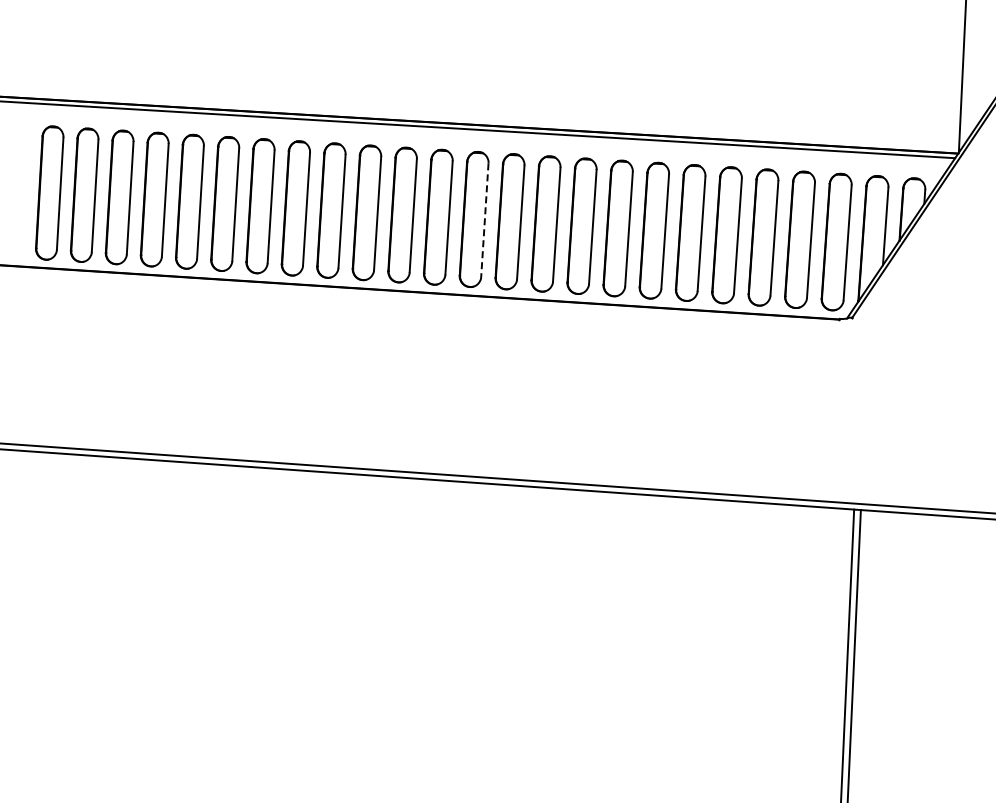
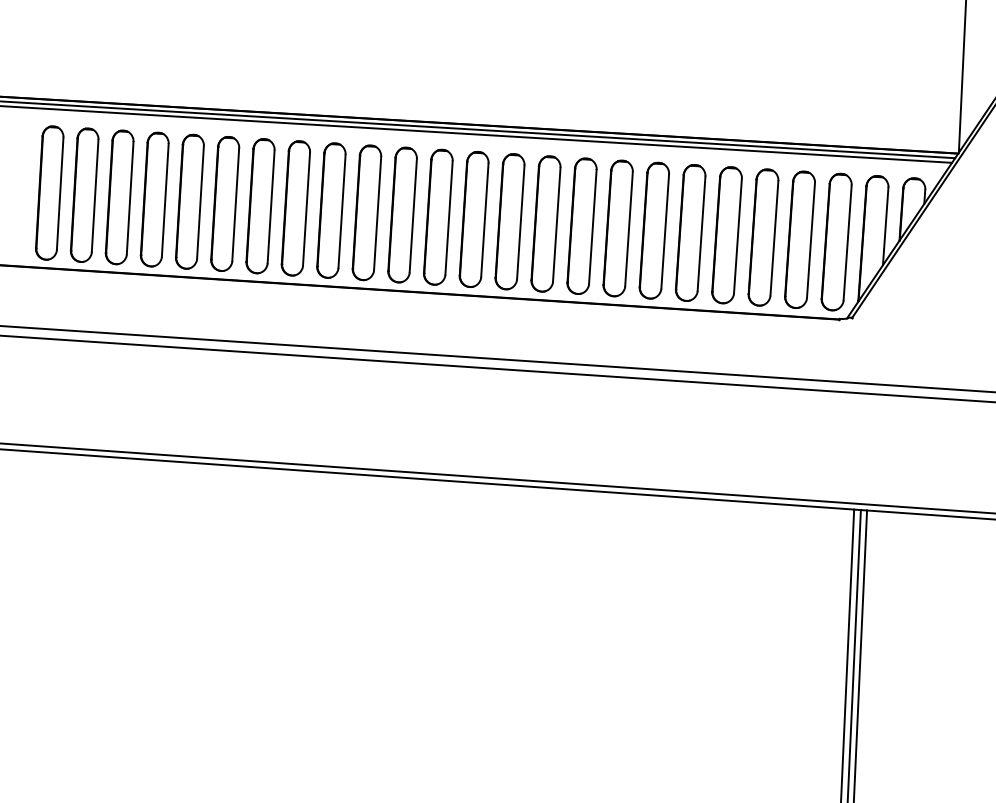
line at (477, 134): none -> present
line at (484, 220): dashed -> solid
line at (497, 359): none -> present
line at (497, 368): none -> present
line at (860, 654): none -> present
